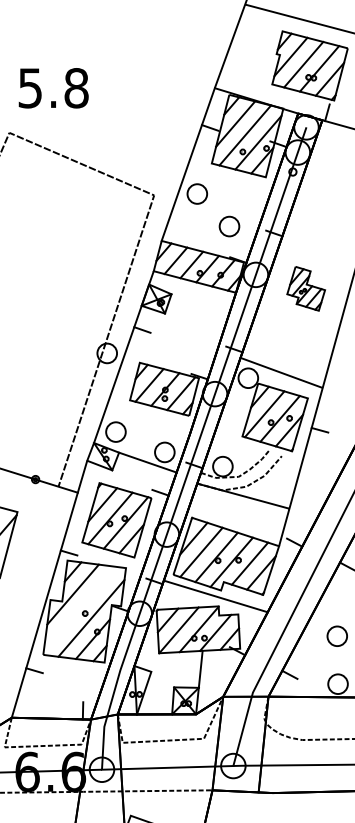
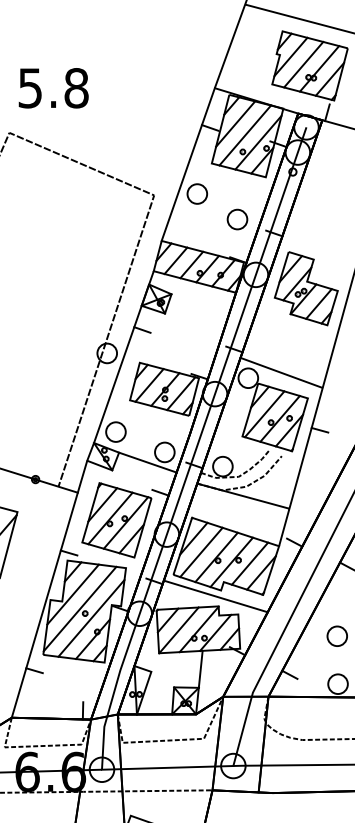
part at (229, 226) position: (229, 226) -> (237, 219)
part at (306, 288) size: 41x46 px -> 66x76 px
line at (79, 608): none -> present
